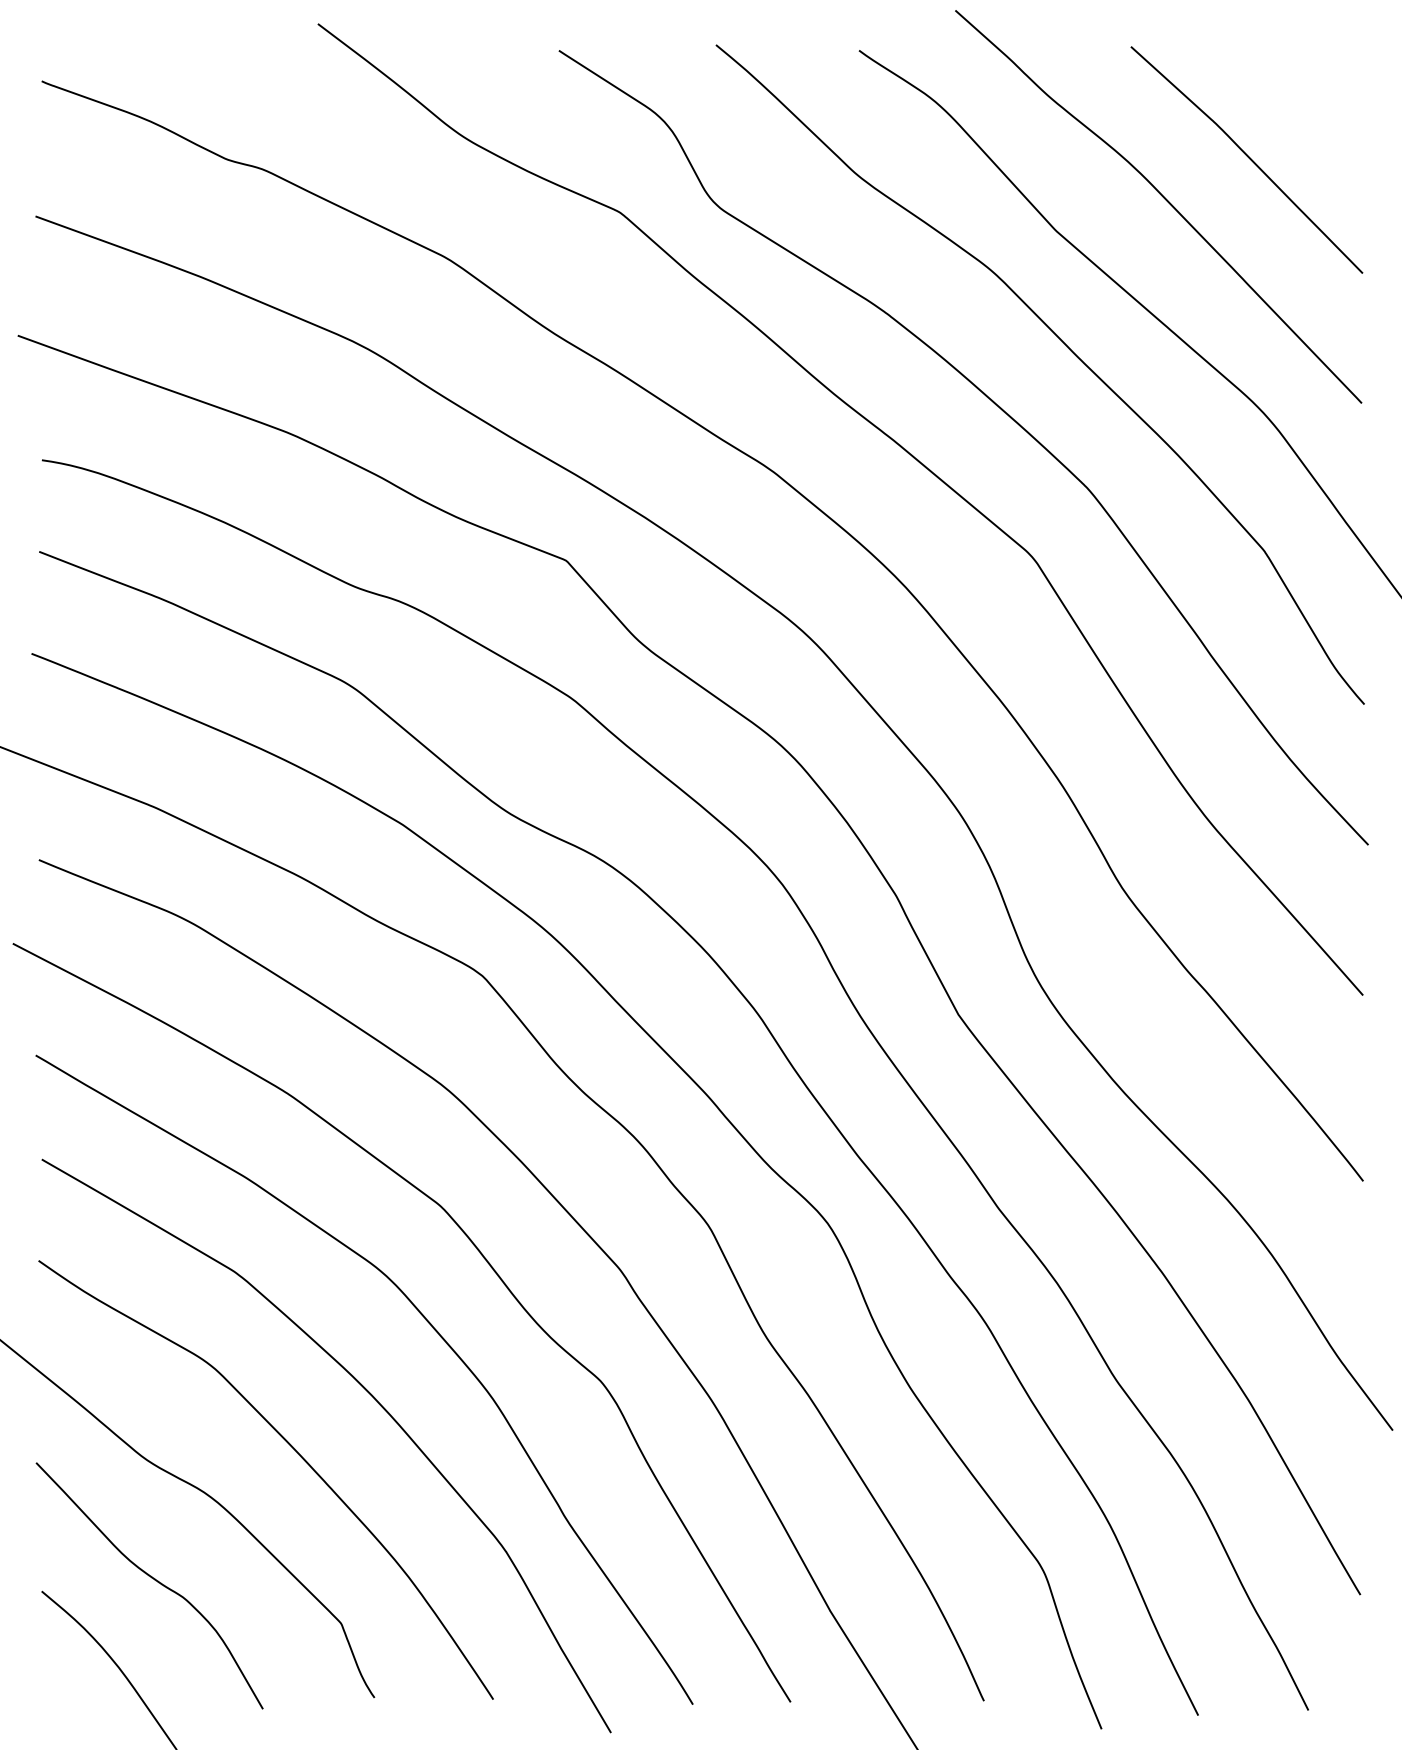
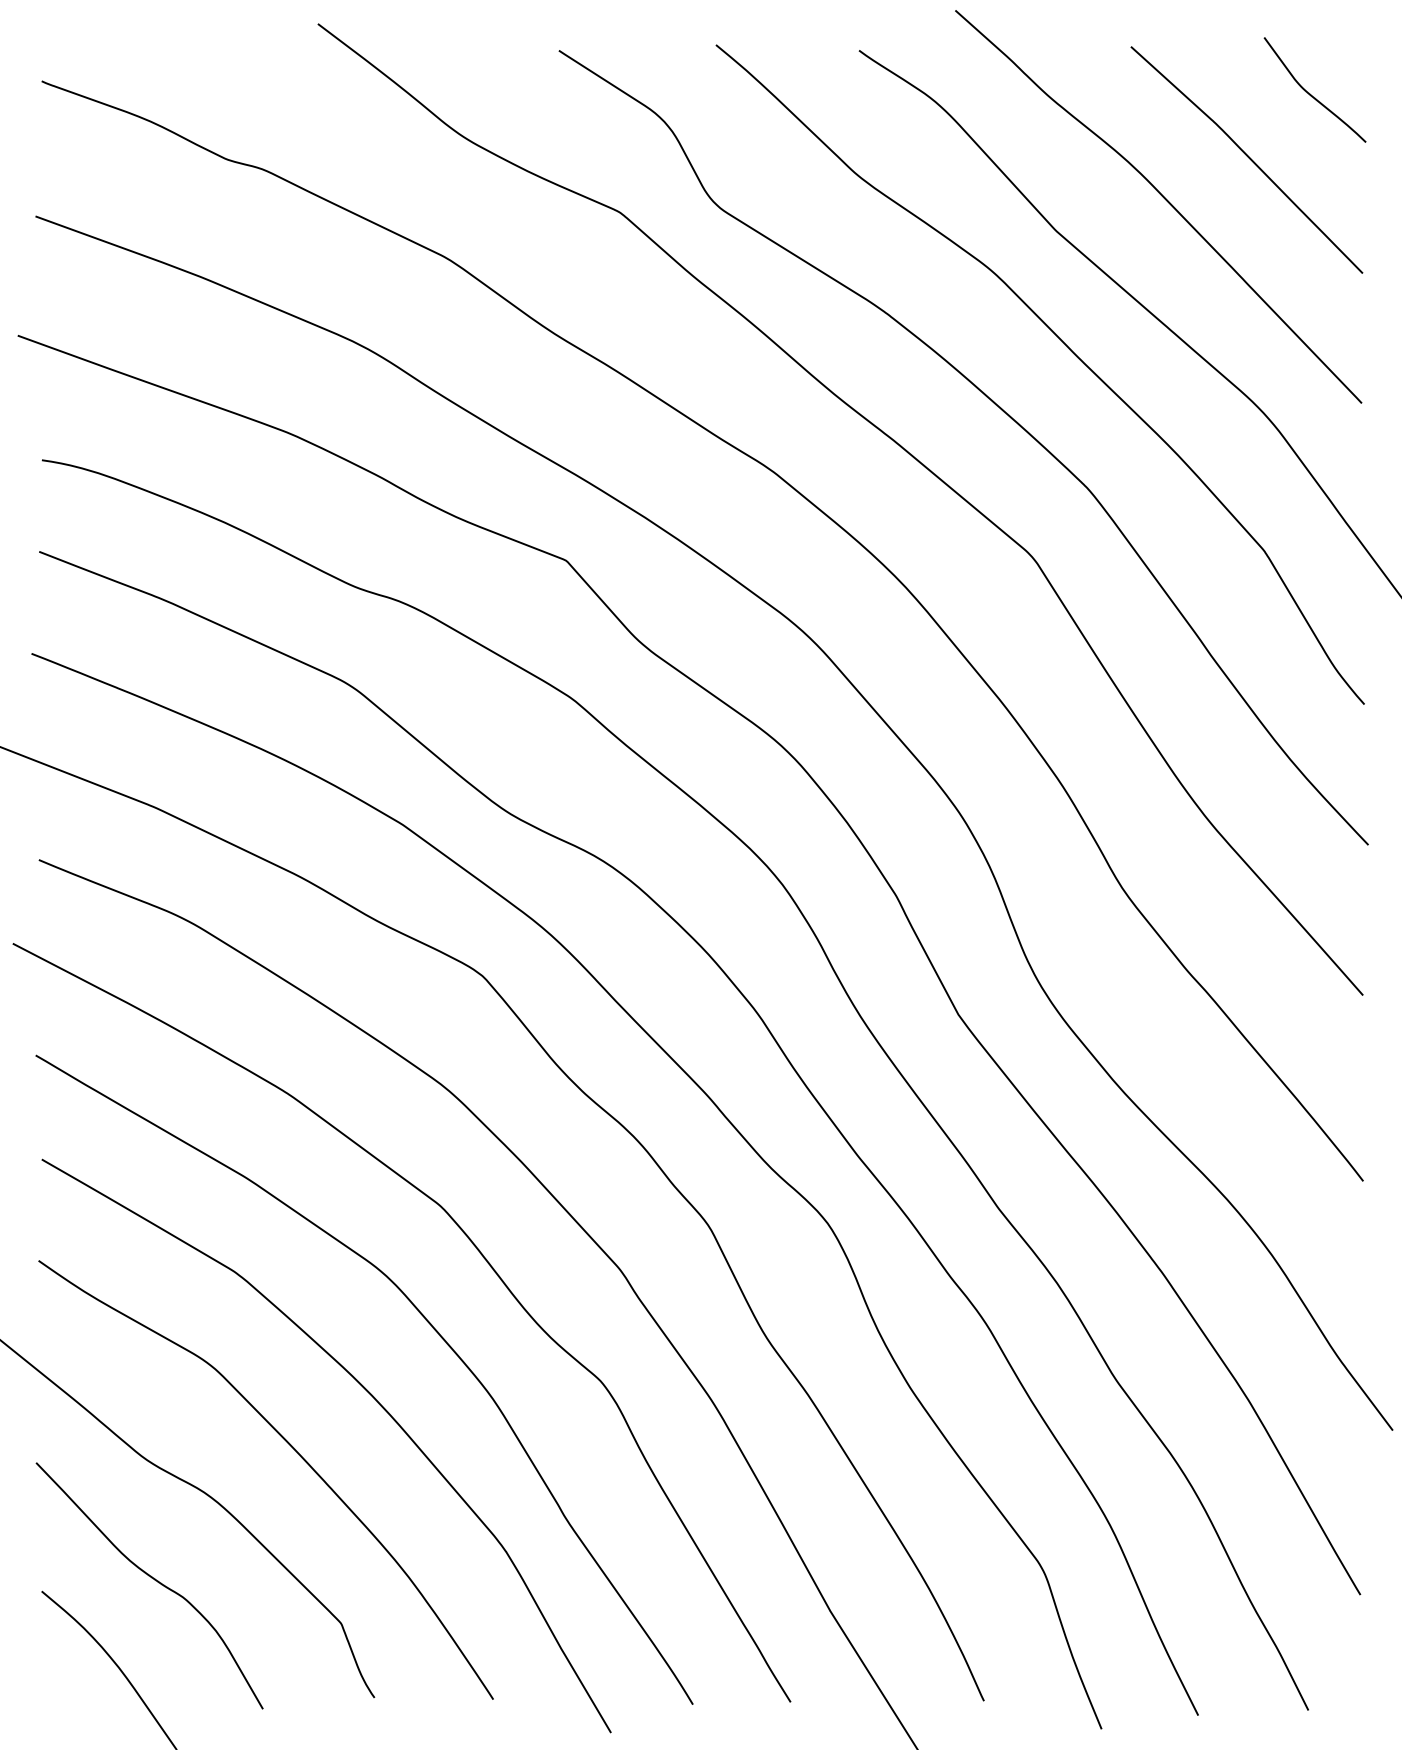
curve at (1310, 93): none -> present
